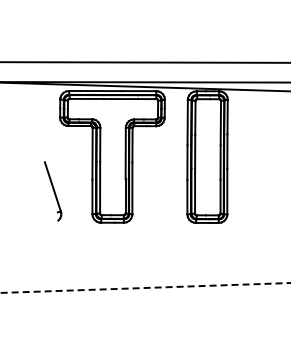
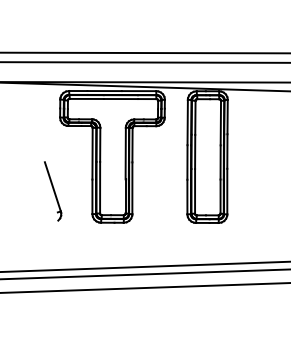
line at (144, 52): none -> present
line at (144, 266): none -> present
line at (144, 274): none -> present
line at (145, 287): dashed -> solid
